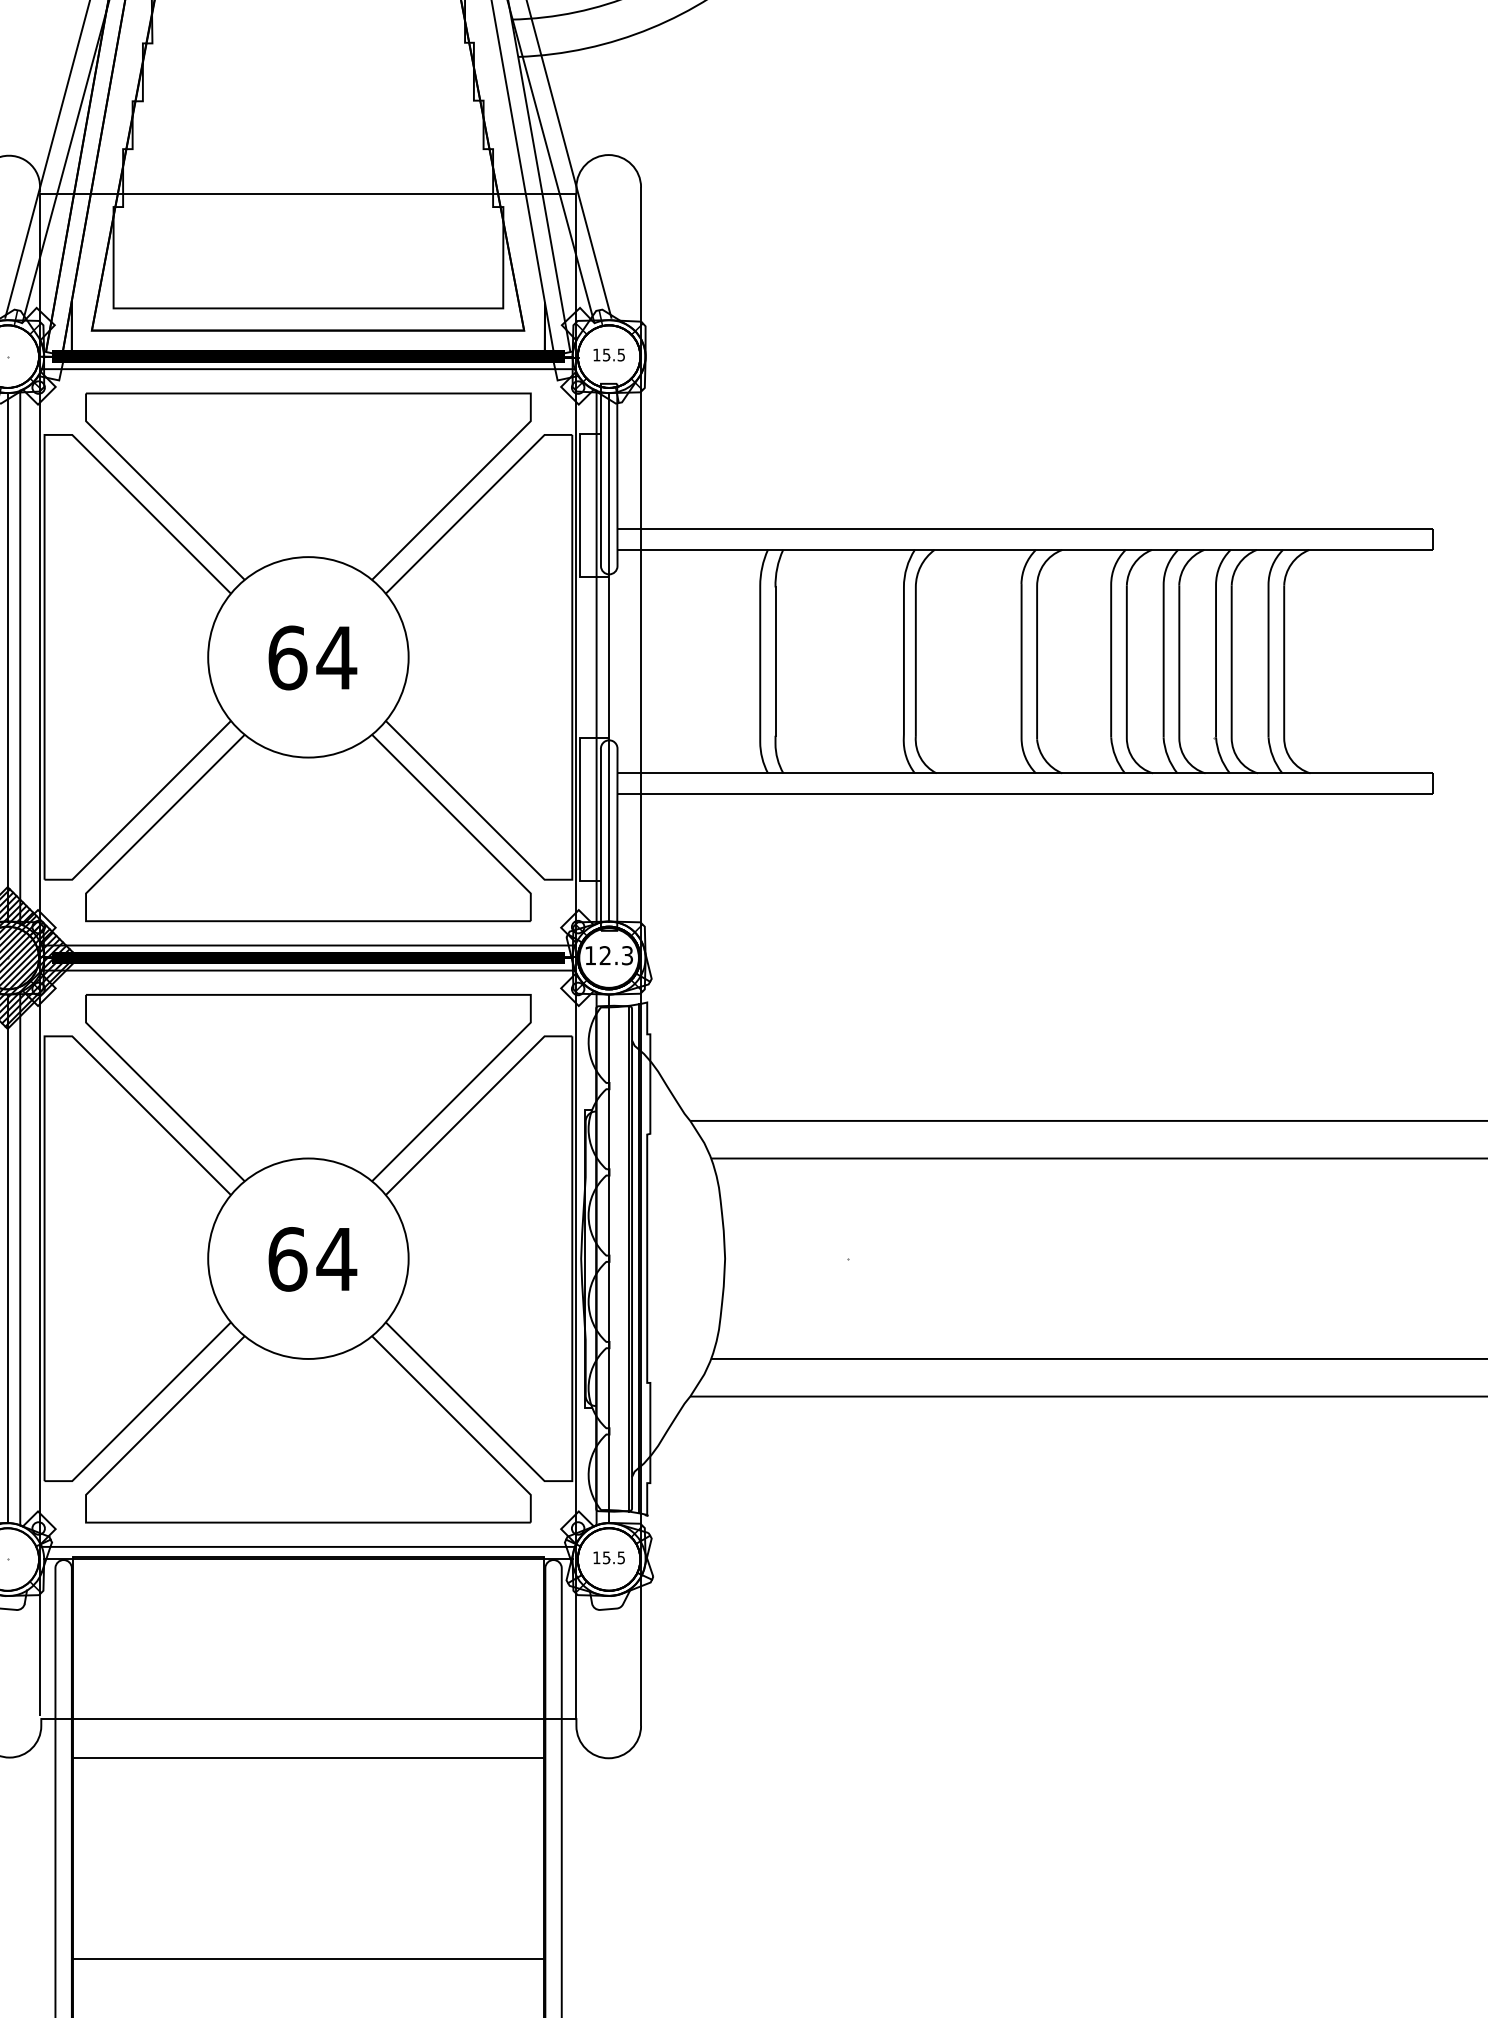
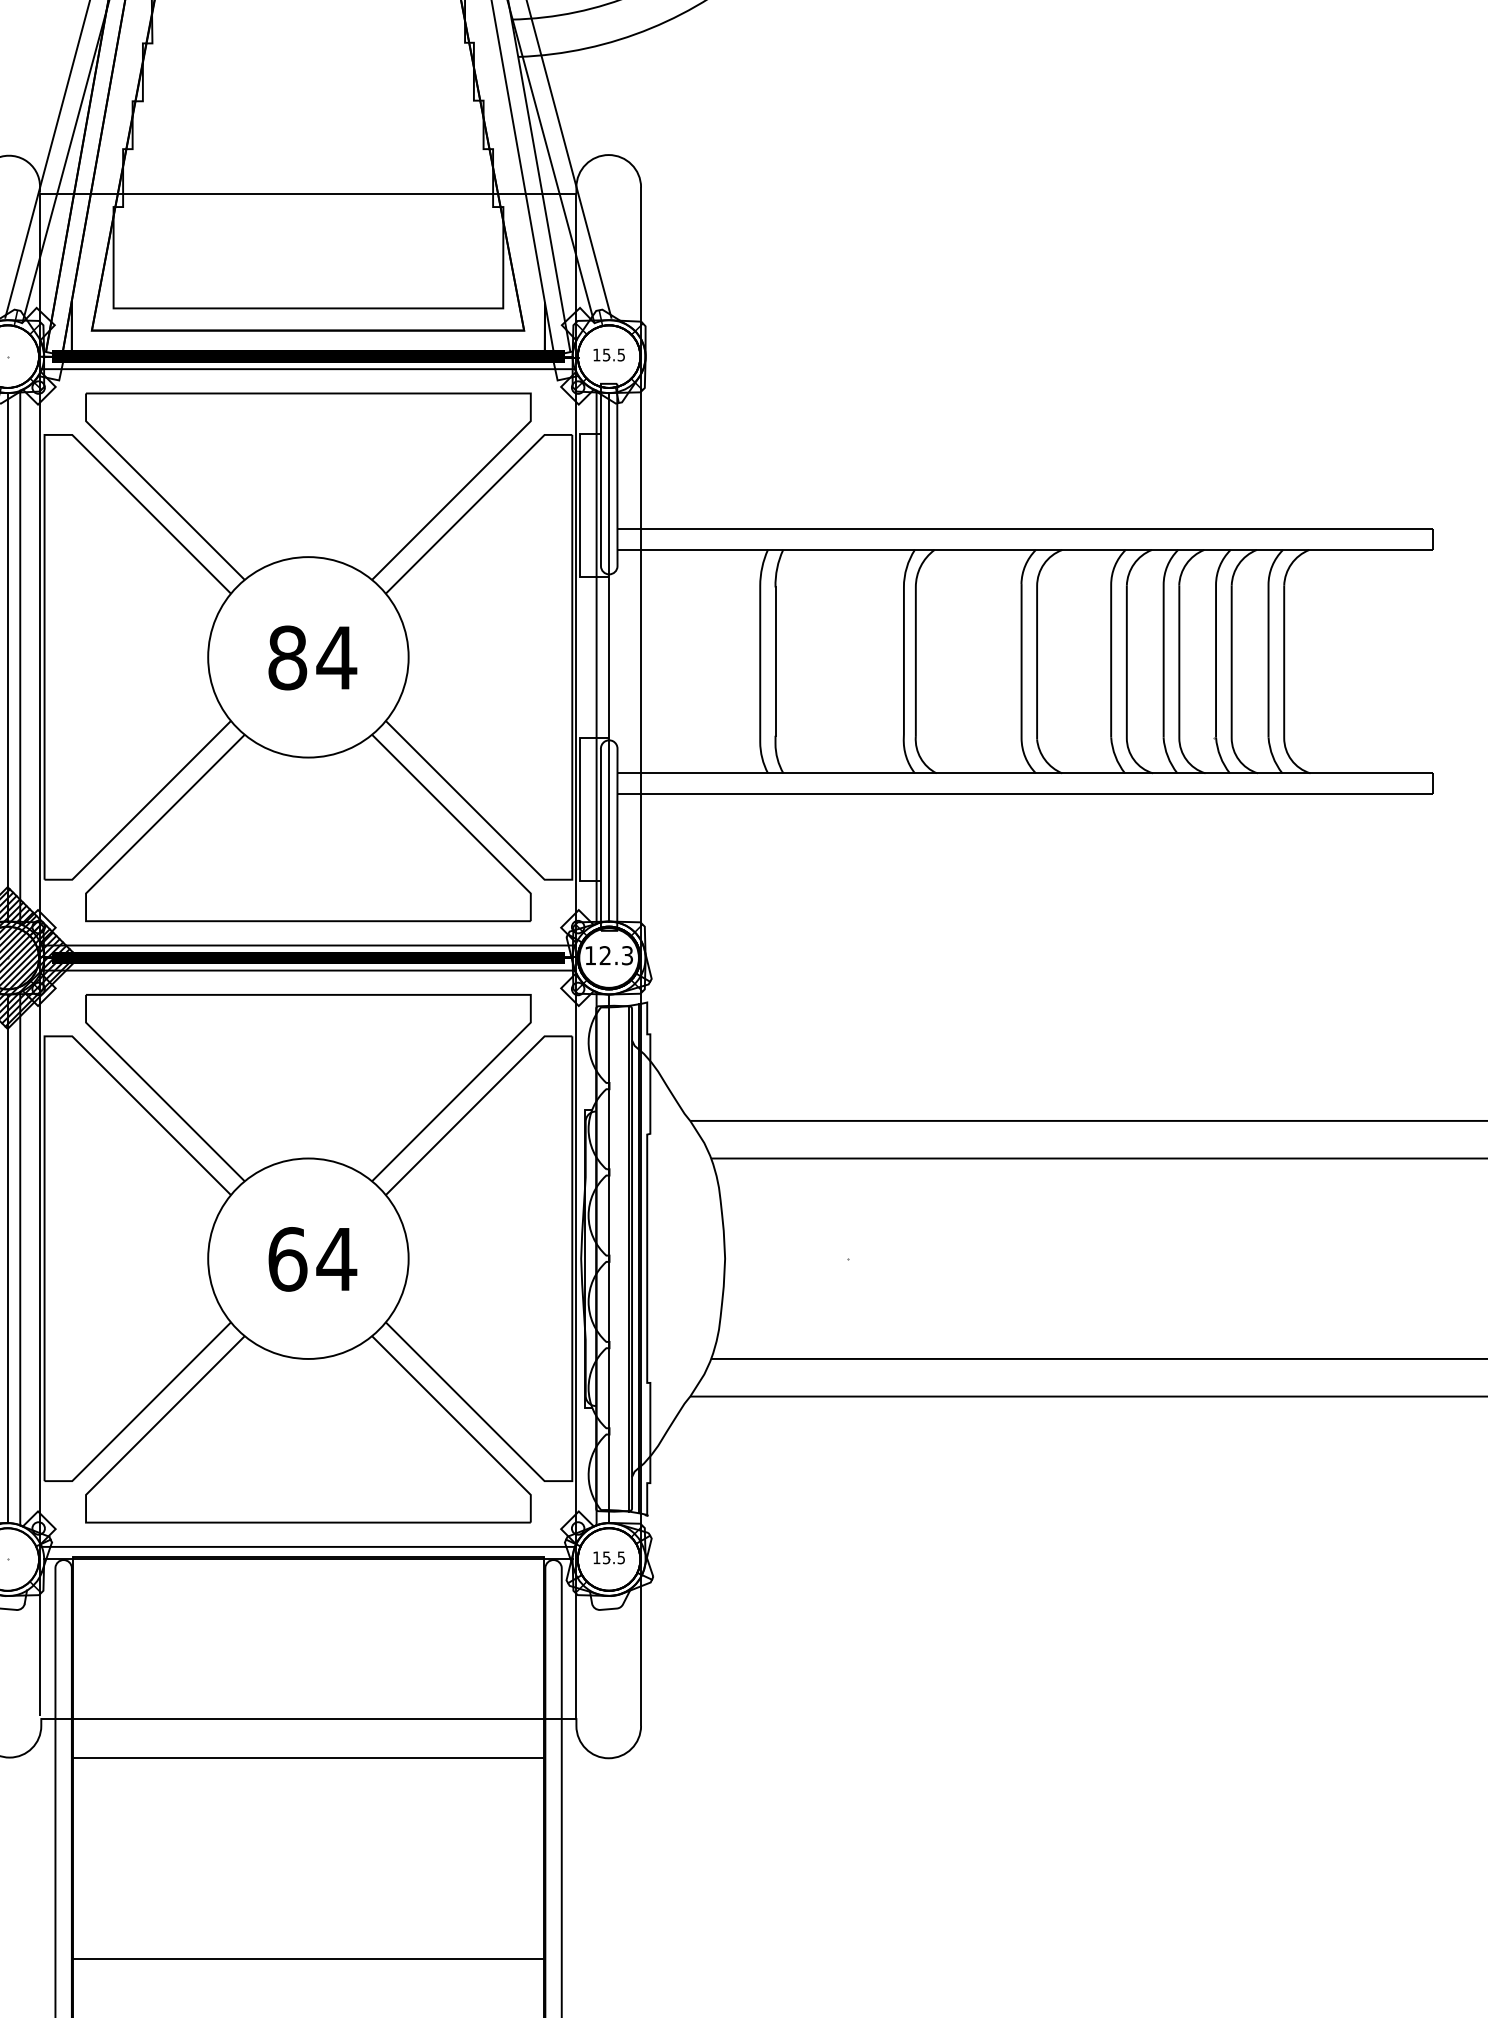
text at (287, 657): 64 -> 84
